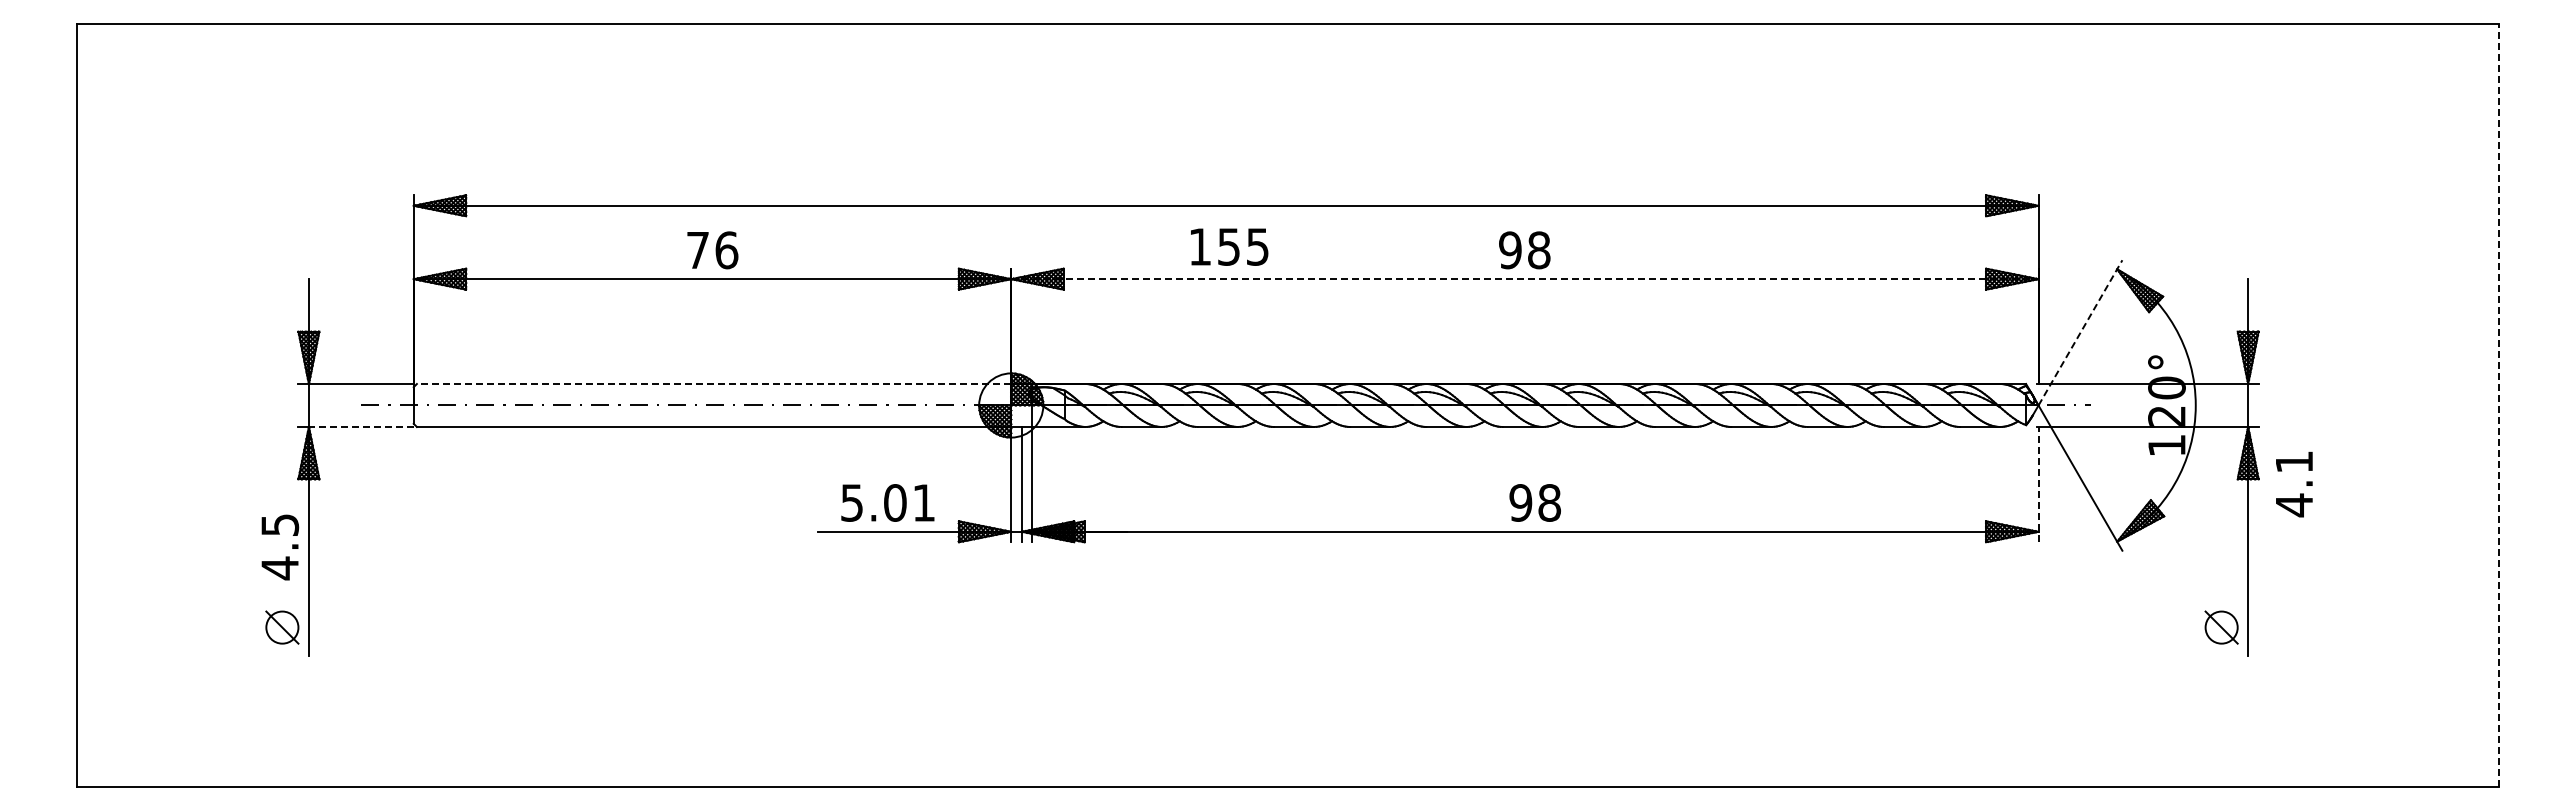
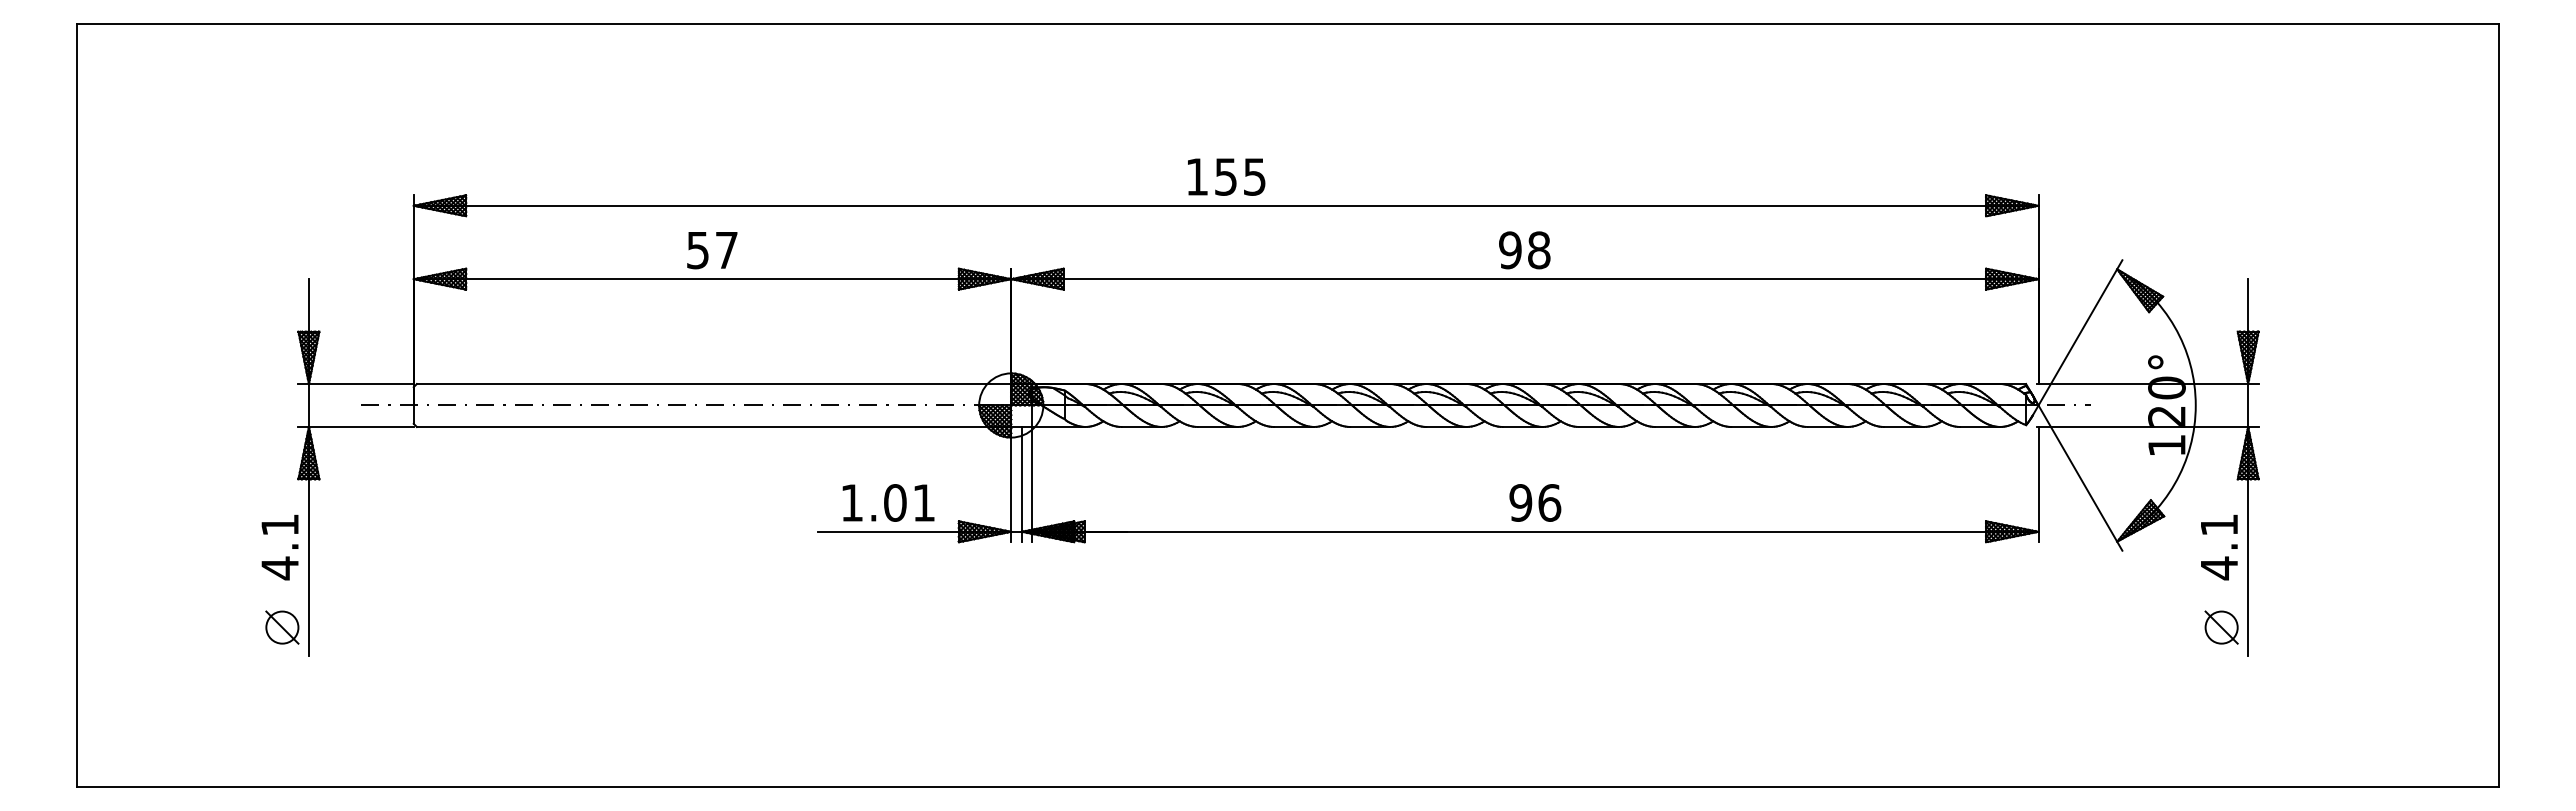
text at (1229, 246) position: (1229, 246) -> (1226, 176)
text at (712, 250): 76 -> 57
line at (1524, 279): dashed -> solid
line at (2080, 332): dashed -> solid
line at (713, 384): dashed -> solid
line at (2498, 405): dashed -> solid
line at (360, 426): dashed -> solid
line at (2038, 484): dashed -> solid
text at (2294, 484) position: (2294, 484) -> (2219, 547)
text at (851, 502): 5.01 -> 1.01
text at (1549, 502): 98 -> 96
text at (280, 524): 4.5 -> 4.1
